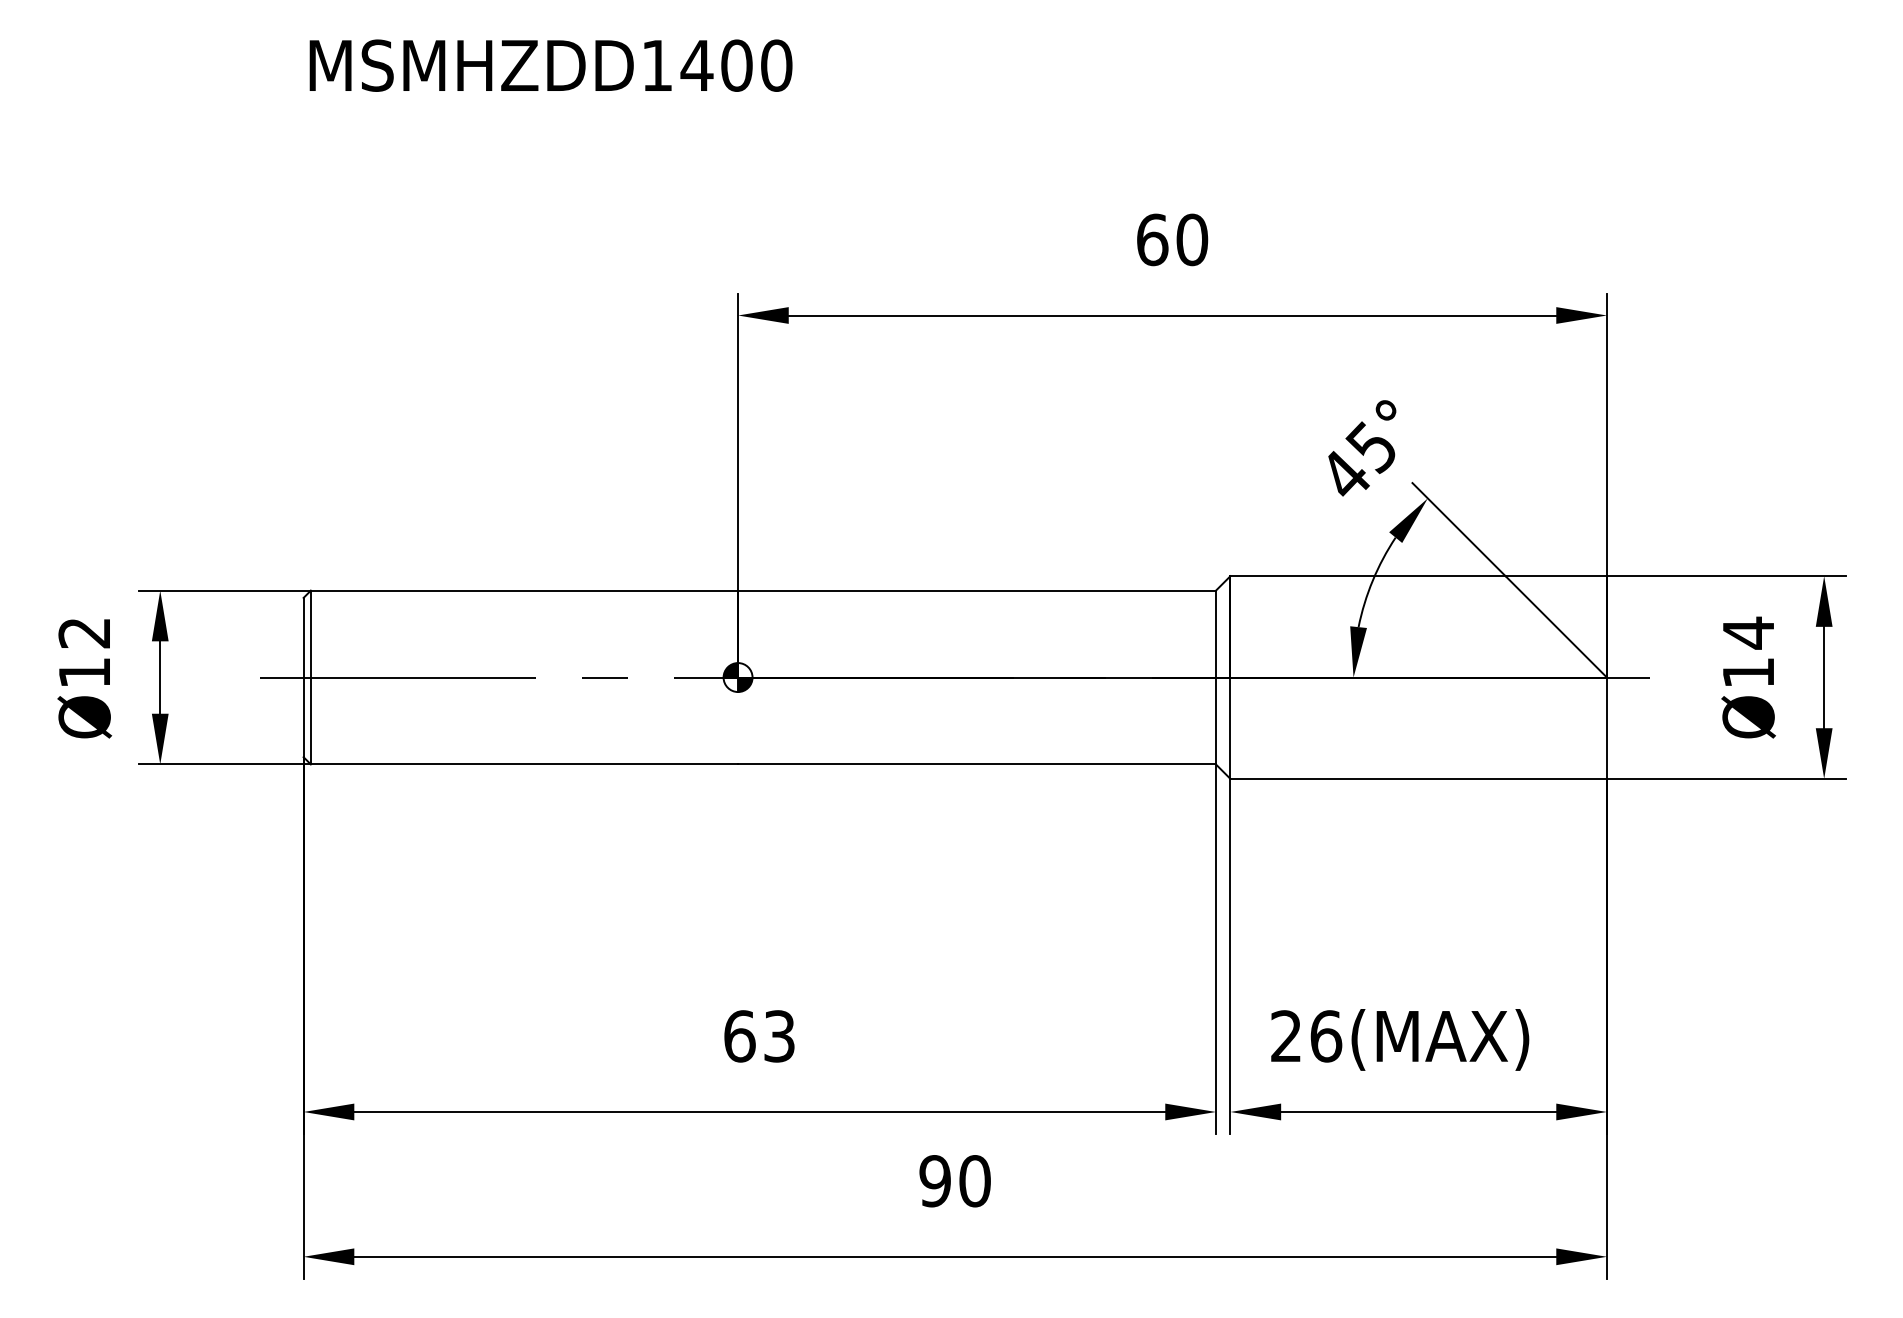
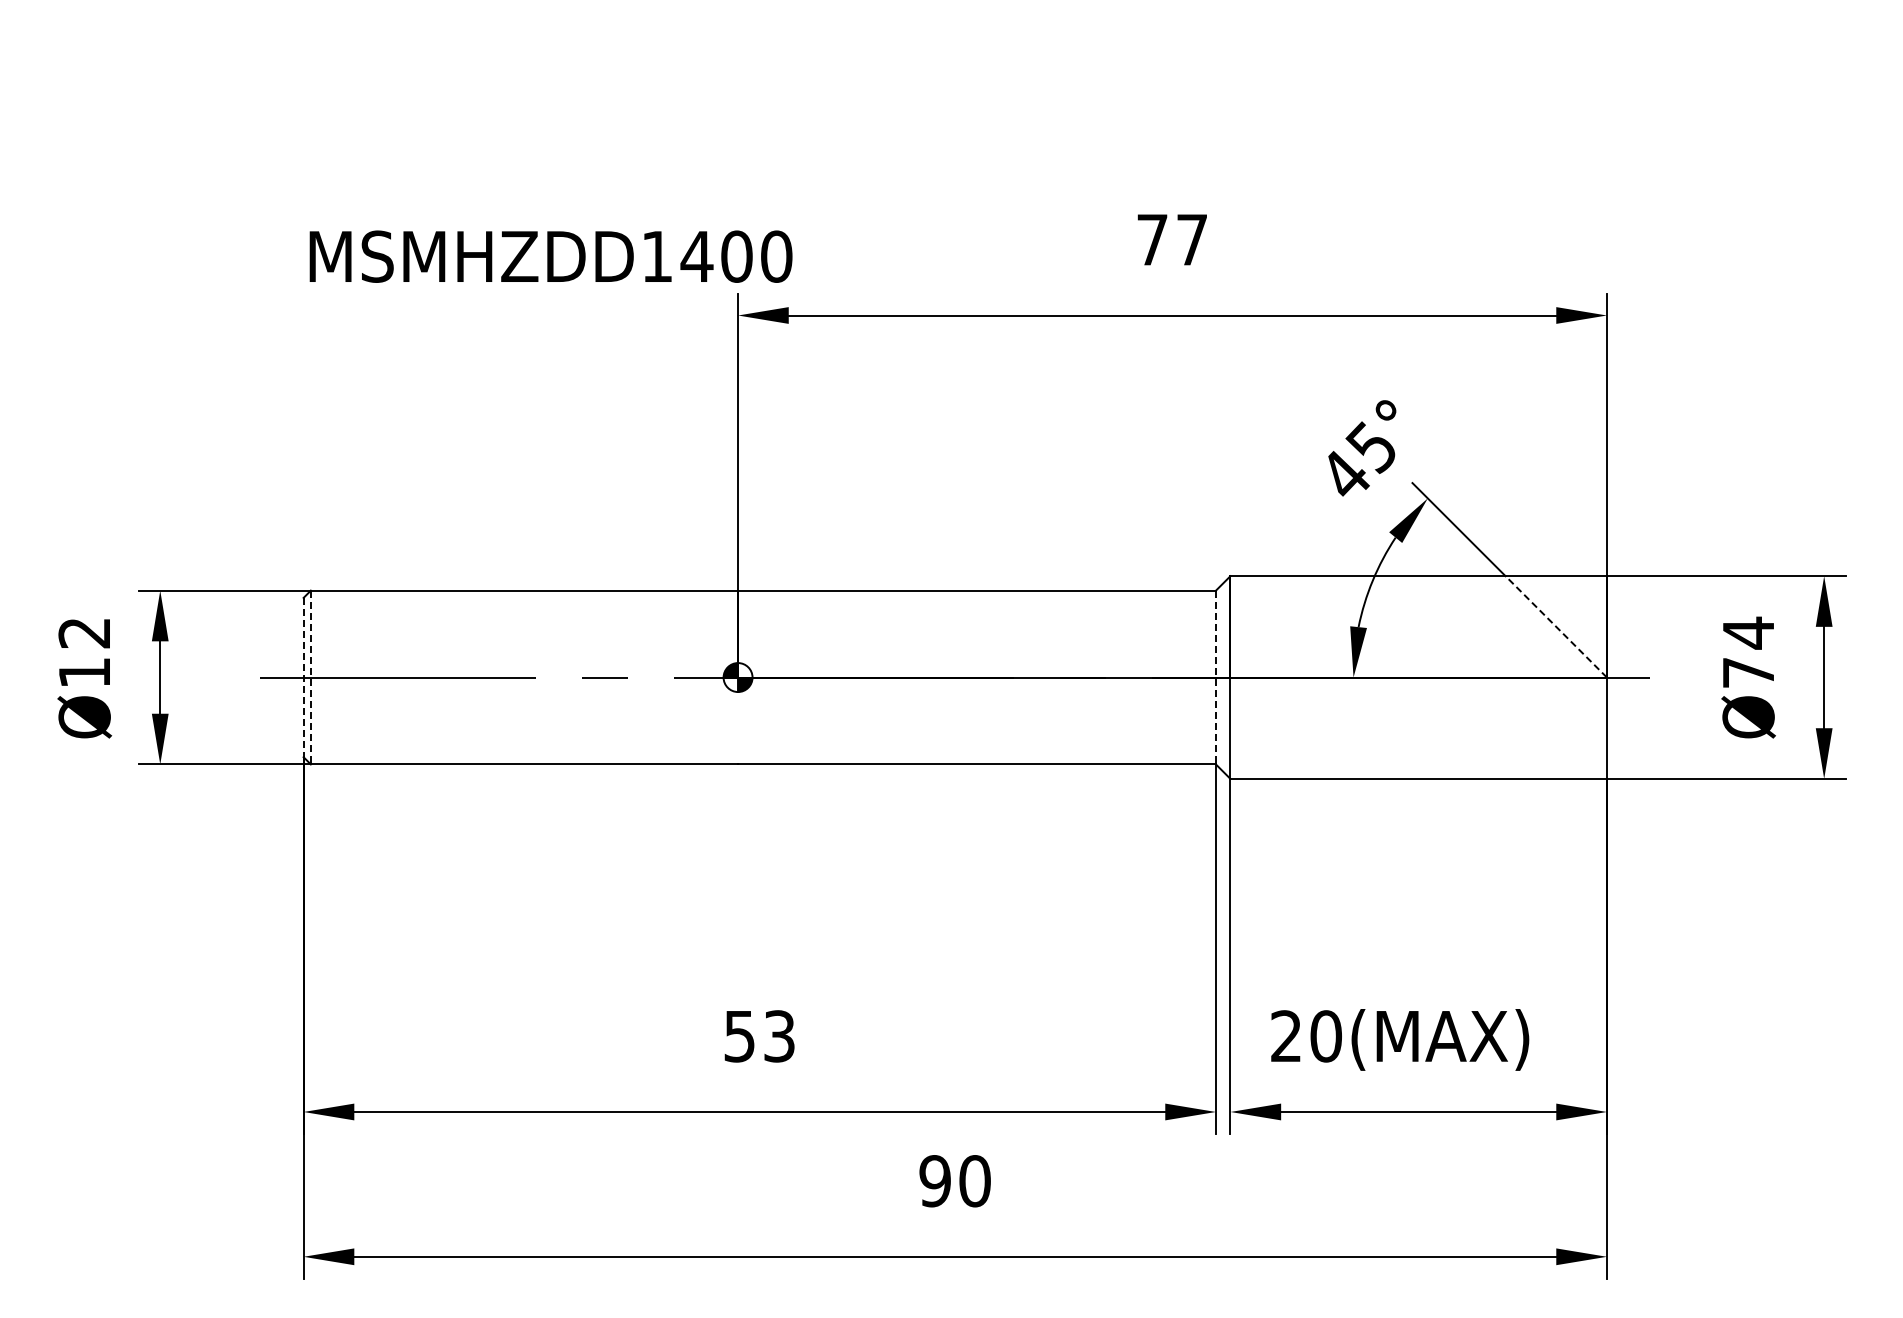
text at (550, 65) position: (550, 65) -> (550, 256)
text at (1172, 239): 60 -> 77
line at (1556, 626): solid -> dashed
text at (1748, 672): Ø14 -> Ø74
line at (303, 677): solid -> dashed
line at (310, 677): solid -> dashed
line at (1215, 677): solid -> dashed
text at (739, 1036): 63 -> 53
text at (1326, 1036): 26(MAX) -> 20(MAX)
